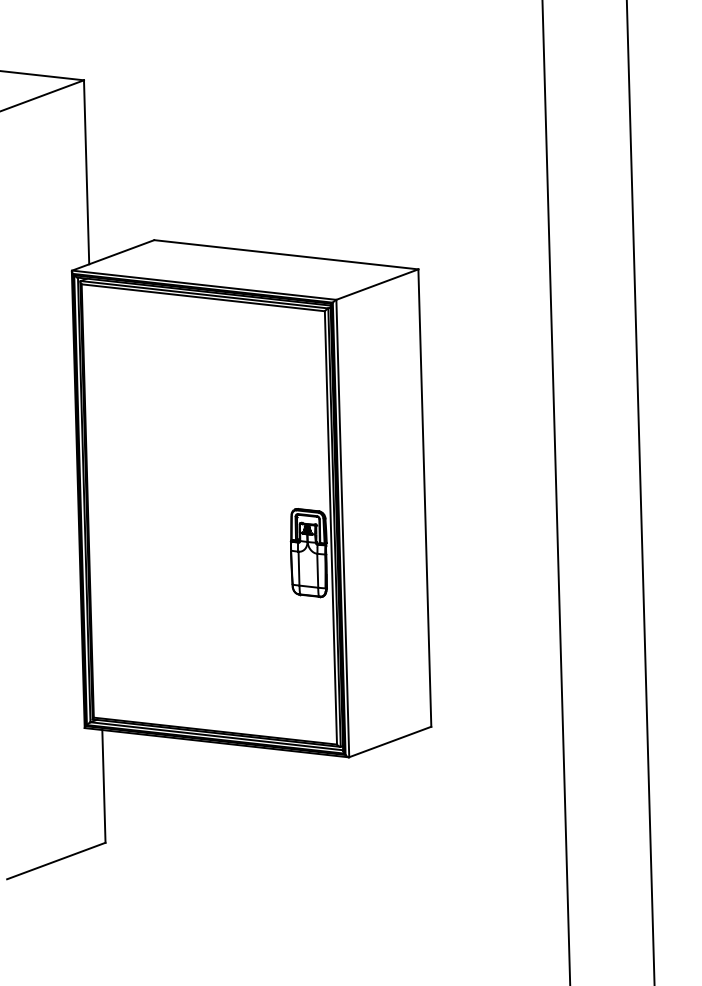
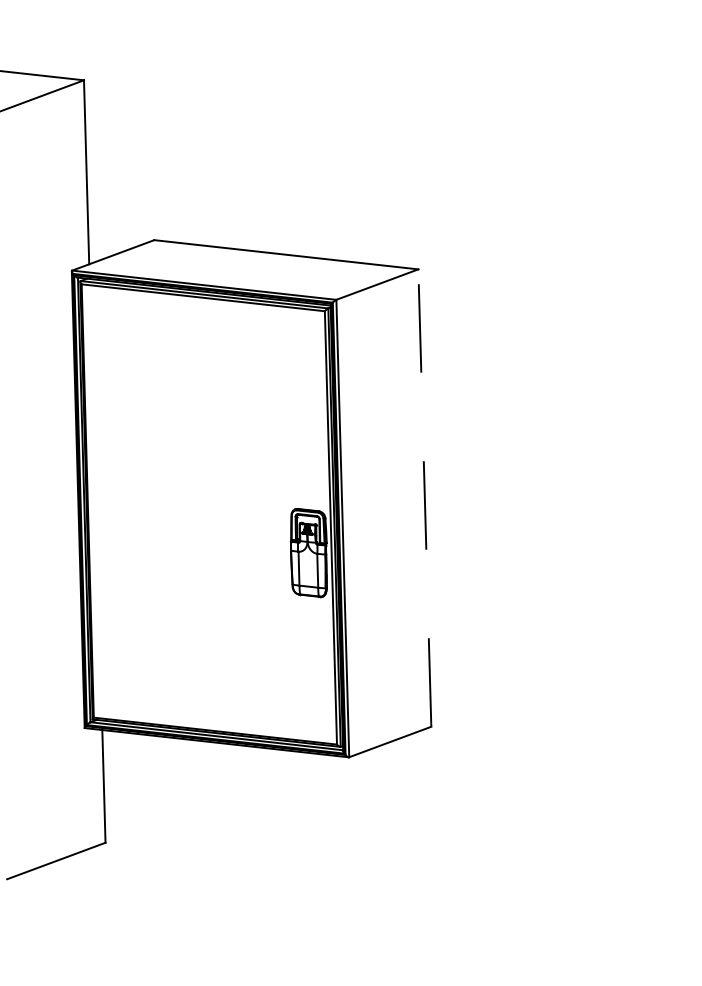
line at (556, 492): present -> none
line at (640, 492): present -> none
line at (424, 498): solid -> dashed
